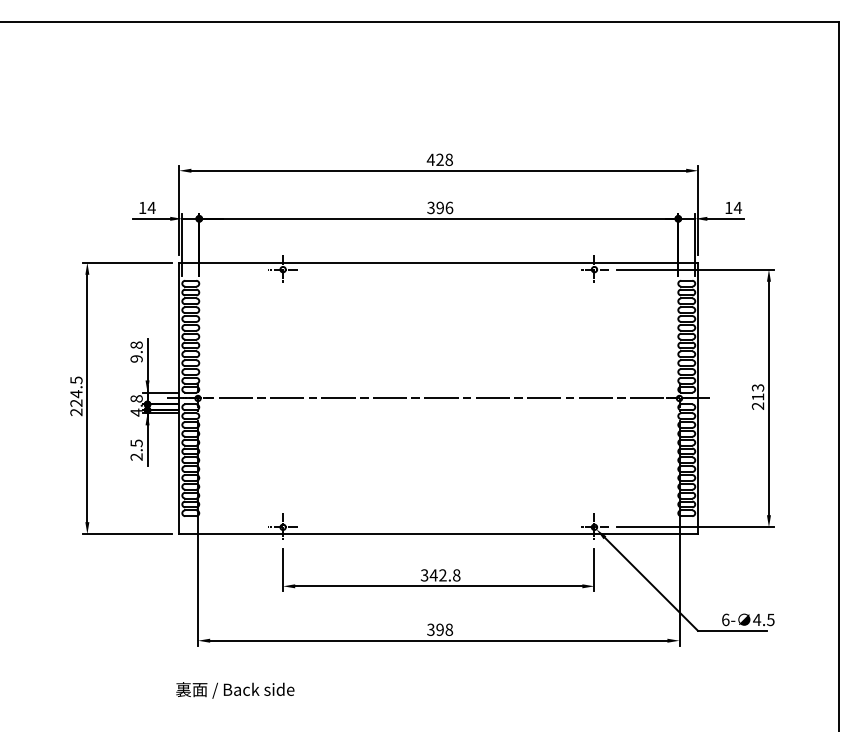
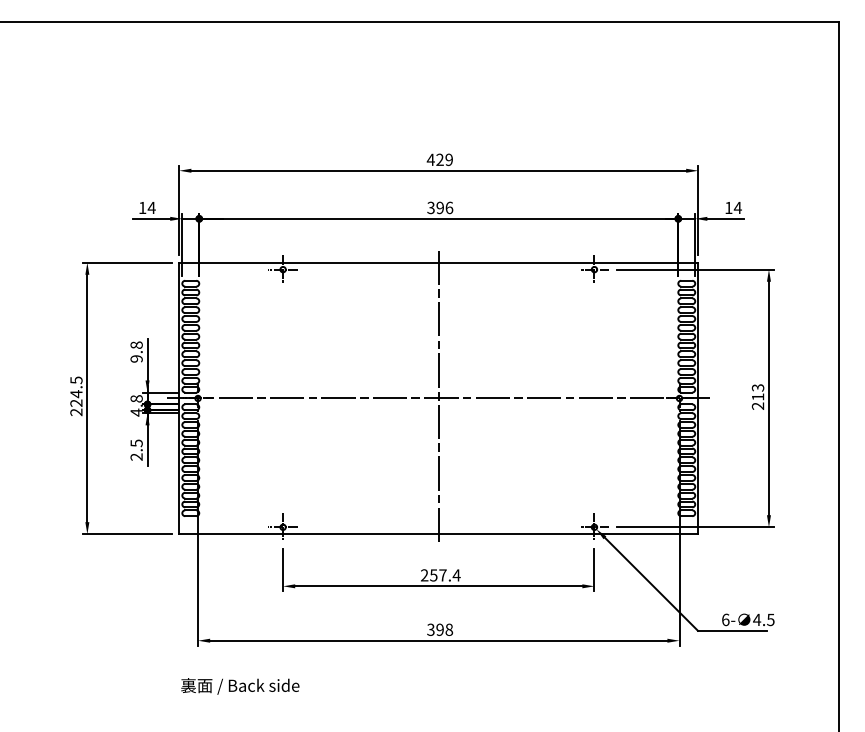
text at (448, 159): 428 -> 429
line at (438, 398): none -> present
text at (440, 575): 342.8 -> 257.4
text at (235, 690) position: (235, 690) -> (240, 686)
